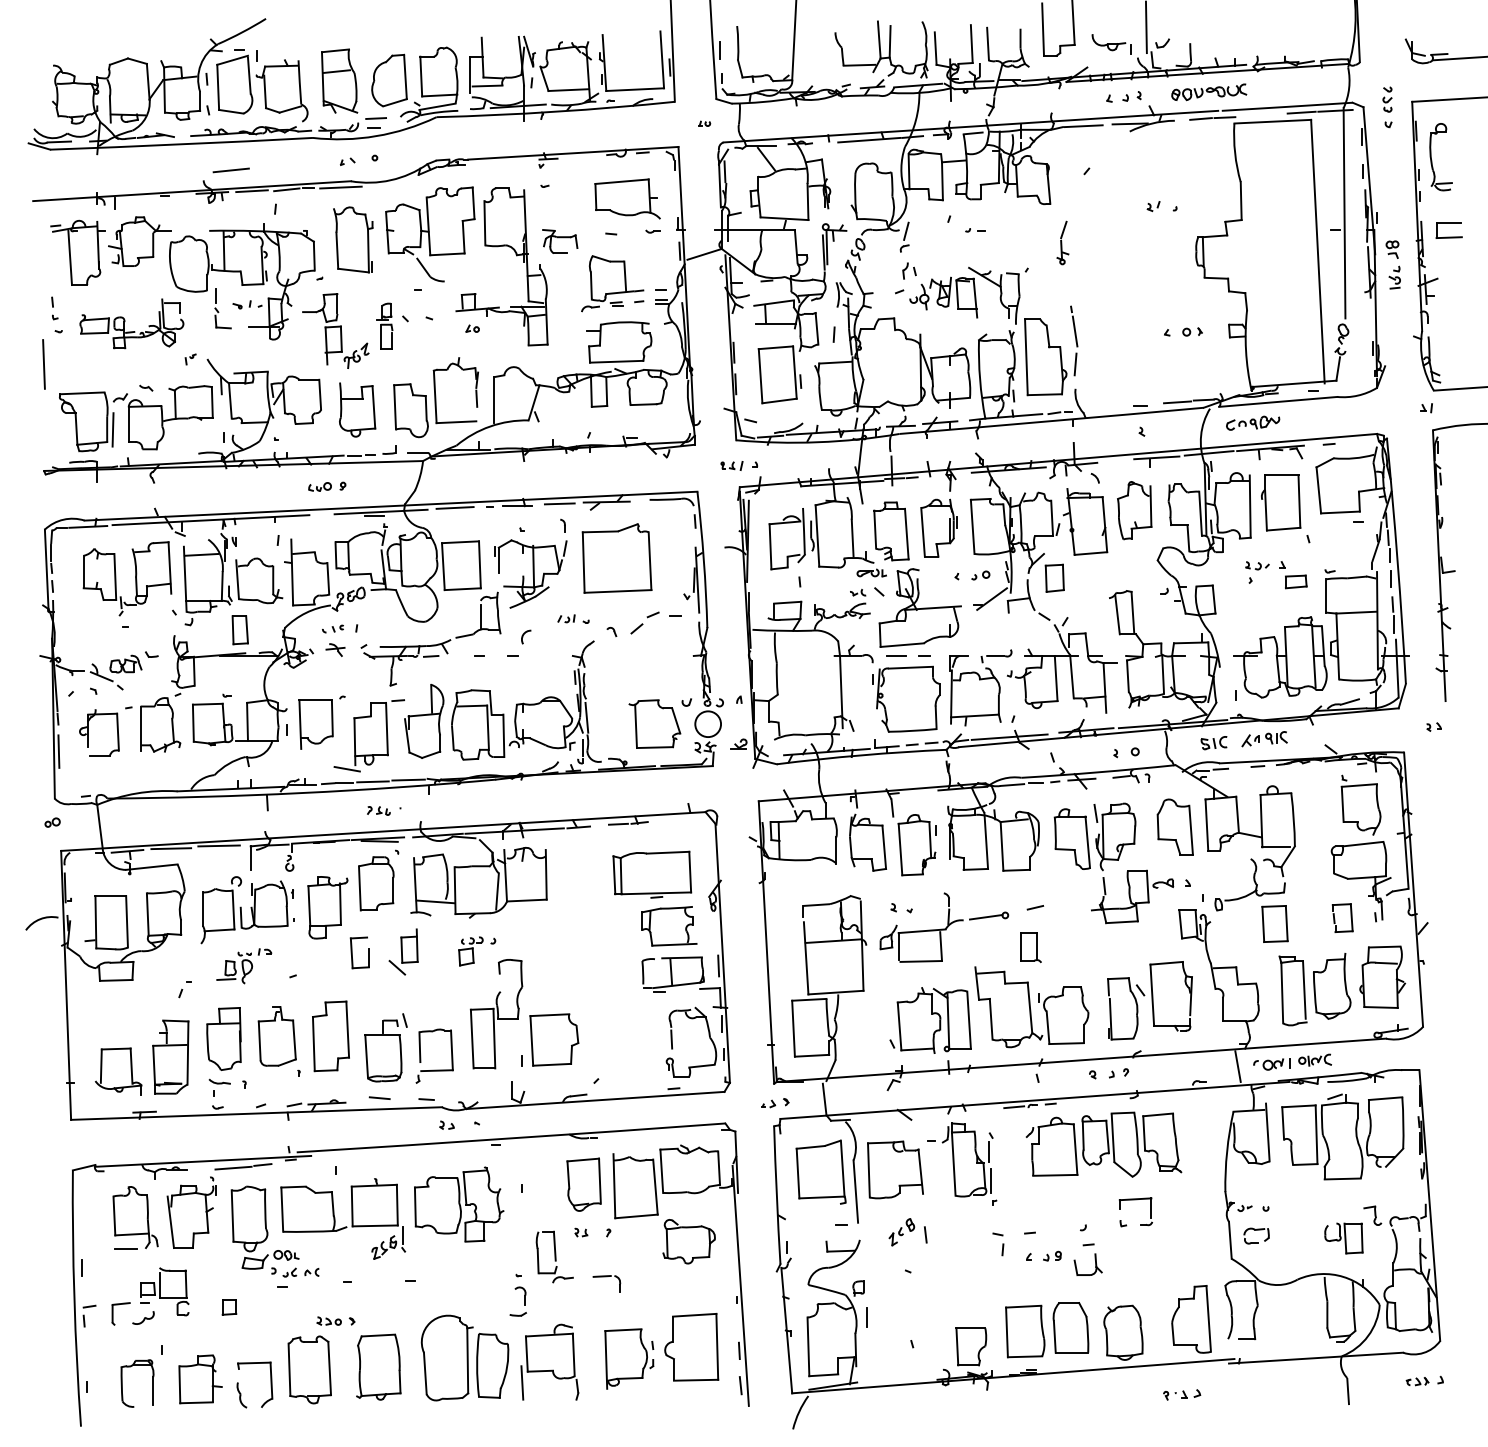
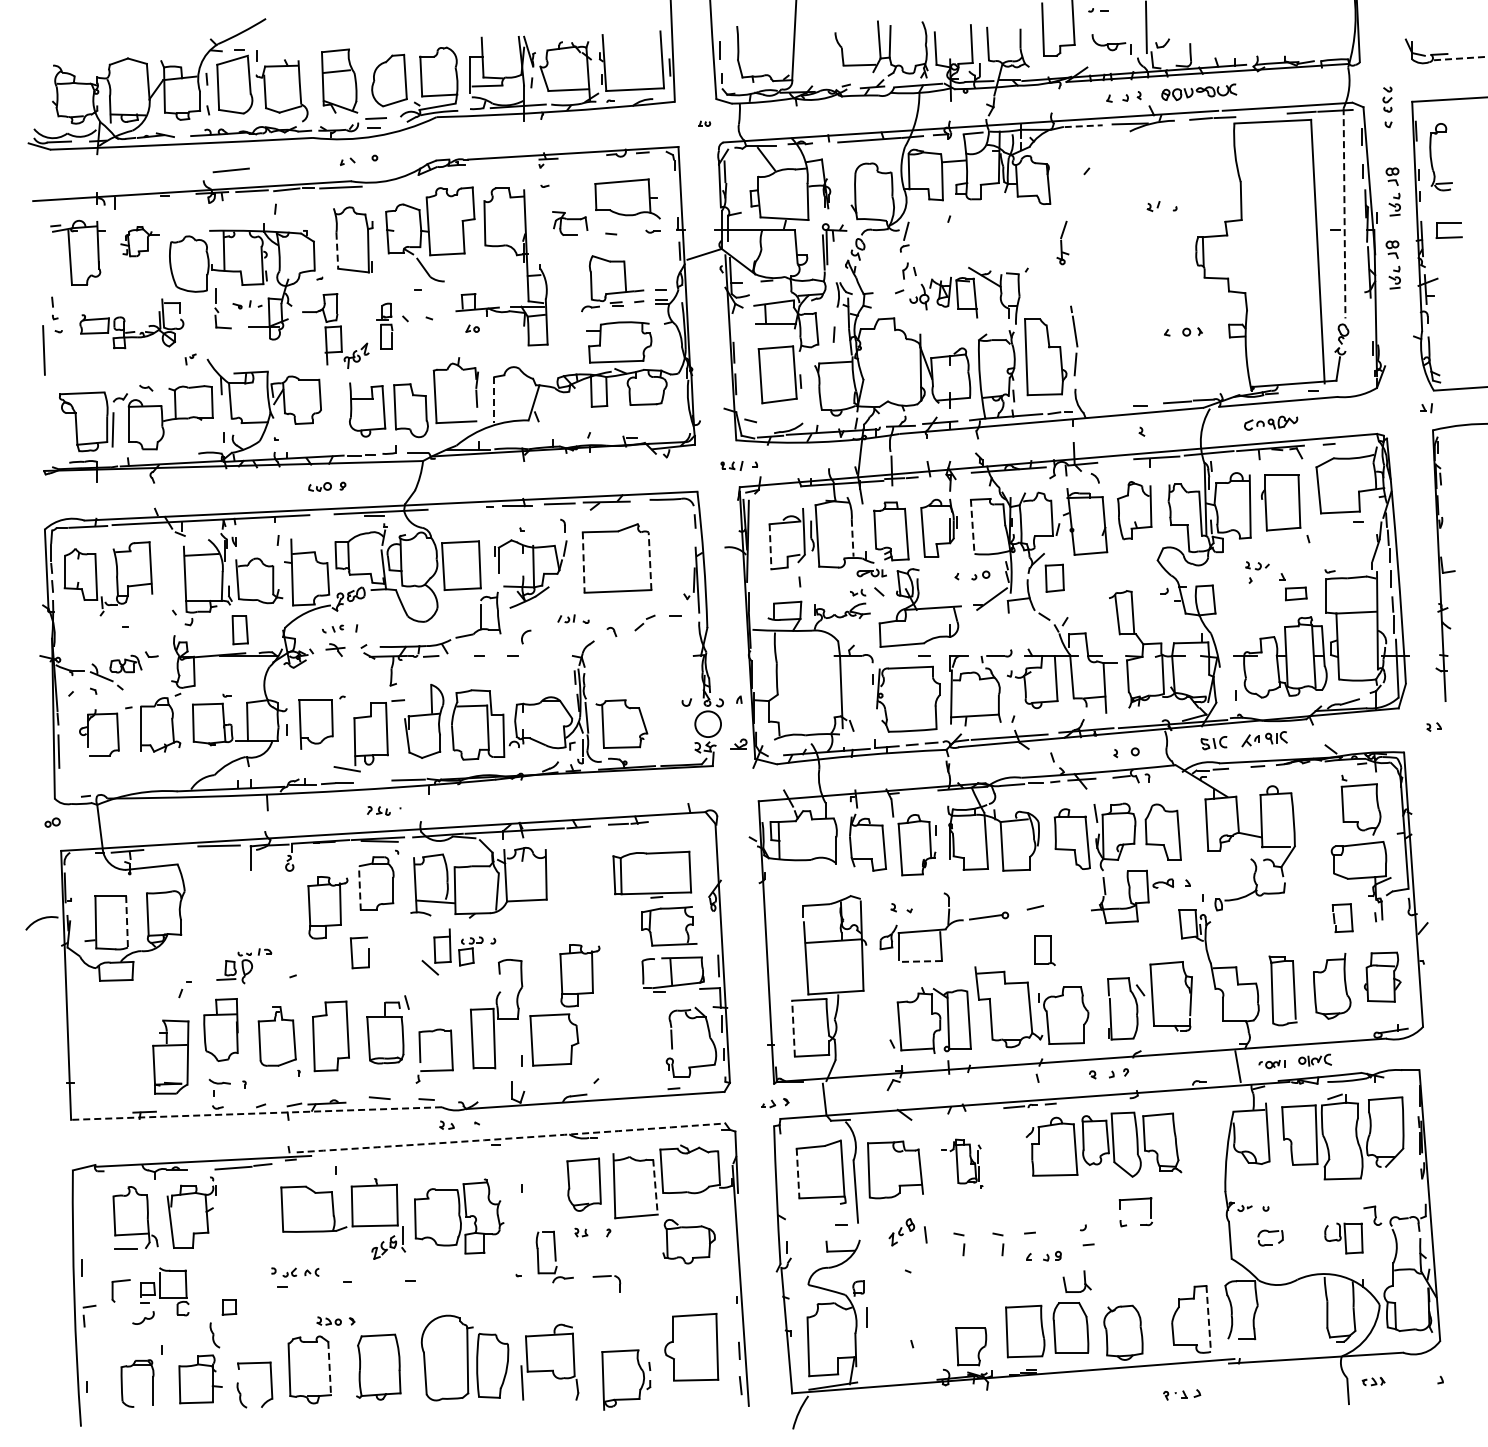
line at (1459, 58): solid -> dashed
part at (1209, 92) position: (1209, 92) -> (1199, 92)
line at (1083, 126): solid -> dashed
part at (1392, 191): none -> present
line at (1344, 213): solid -> dashed
part at (975, 230) position: (975, 230) -> (1098, 10)
part at (139, 241) size: 64x51 px -> 40x32 px
part at (560, 241) position: (560, 241) -> (570, 223)
line at (337, 251): solid -> dashed
line at (43, 364) position: (43, 364) -> (43, 350)
line at (494, 400): solid -> dashed
part at (357, 409) position: (357, 409) -> (367, 409)
part at (1253, 422) position: (1253, 422) -> (1271, 422)
line at (454, 507): present -> none
line at (972, 527): solid -> dashed
line at (852, 538): solid -> dashed
line at (770, 546): solid -> dashed
line at (650, 561): solid -> dashed
line at (583, 563): solid -> dashed
part at (1293, 575) position: (1293, 575) -> (1293, 587)
part at (135, 578) position: (135, 578) -> (116, 578)
part at (644, 622) size: 30x24 px -> 22x18 px
line at (896, 655): present -> none
part at (654, 723) position: (654, 723) -> (621, 723)
line at (372, 781): present -> none
part at (1174, 826) position: (1174, 826) -> (1162, 831)
line at (171, 848): present -> none
line at (359, 887): solid -> dashed
part at (247, 910): present -> none
line at (127, 921): solid -> dashed
part at (1274, 923): present -> none
part at (1030, 947) position: (1030, 947) -> (1044, 950)
part at (403, 951) position: (403, 951) -> (436, 951)
line at (921, 961): solid -> dashed
part at (579, 975): none -> present
part at (1382, 976) size: 48x64 px -> 39x52 px
part at (1283, 990) position: (1283, 990) -> (1273, 990)
line at (793, 1028): solid -> dashed
part at (223, 1038) position: (223, 1038) -> (220, 1029)
part at (385, 1047) position: (385, 1047) -> (387, 1029)
part at (1271, 1064) size: 38x13 px -> 28x11 px
part at (118, 1071): present -> none
line at (256, 1113): solid -> dashed
arc at (511, 1138): solid -> dashed
part at (962, 1163) size: 71x84 px -> 43x51 px
line at (798, 1173): solid -> dashed
line at (655, 1187): solid -> dashed
part at (459, 1204) position: (459, 1204) -> (459, 1216)
part at (264, 1227): present -> none
part at (1256, 1235) position: (1256, 1235) -> (1270, 1237)
part at (959, 1244): none -> present
part at (1095, 1264) position: (1095, 1264) -> (1084, 1281)
part at (524, 1301): present -> none
part at (113, 1313) position: (113, 1313) -> (113, 1290)
line at (1208, 1319): solid -> dashed
part at (214, 1335): none -> present
part at (629, 1358) position: (629, 1358) -> (626, 1379)
line at (329, 1368): solid -> dashed
part at (1417, 1381) position: (1417, 1381) -> (1373, 1381)
